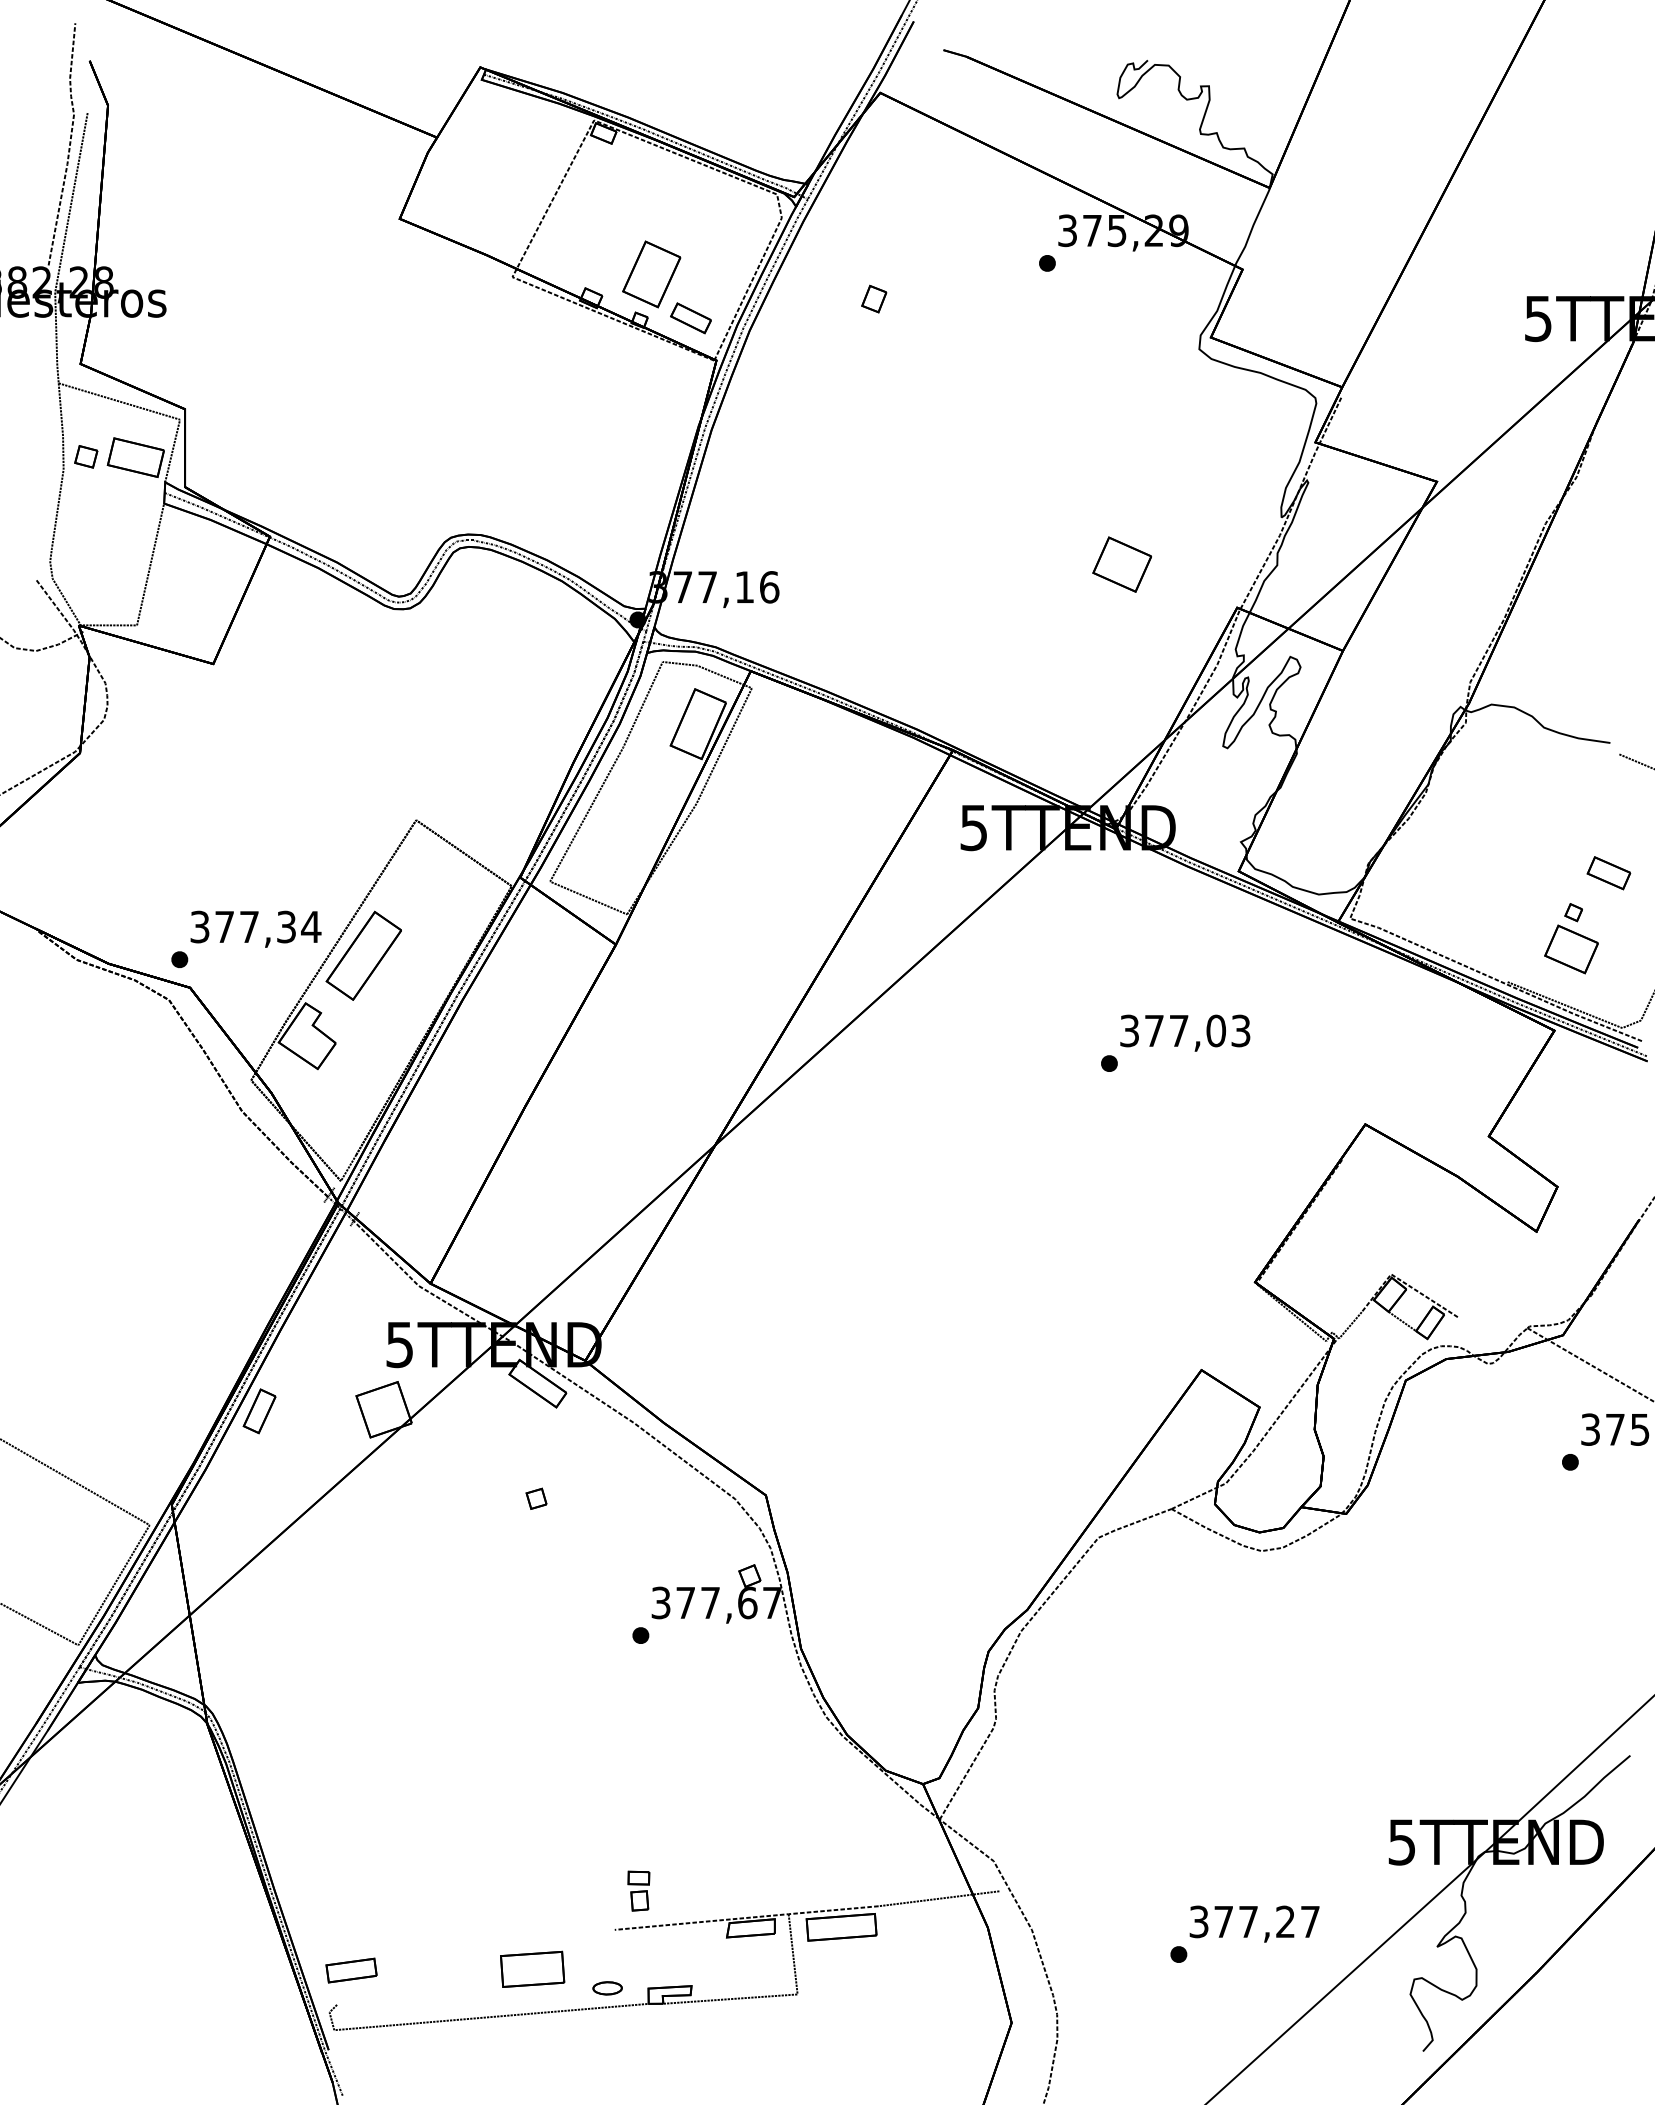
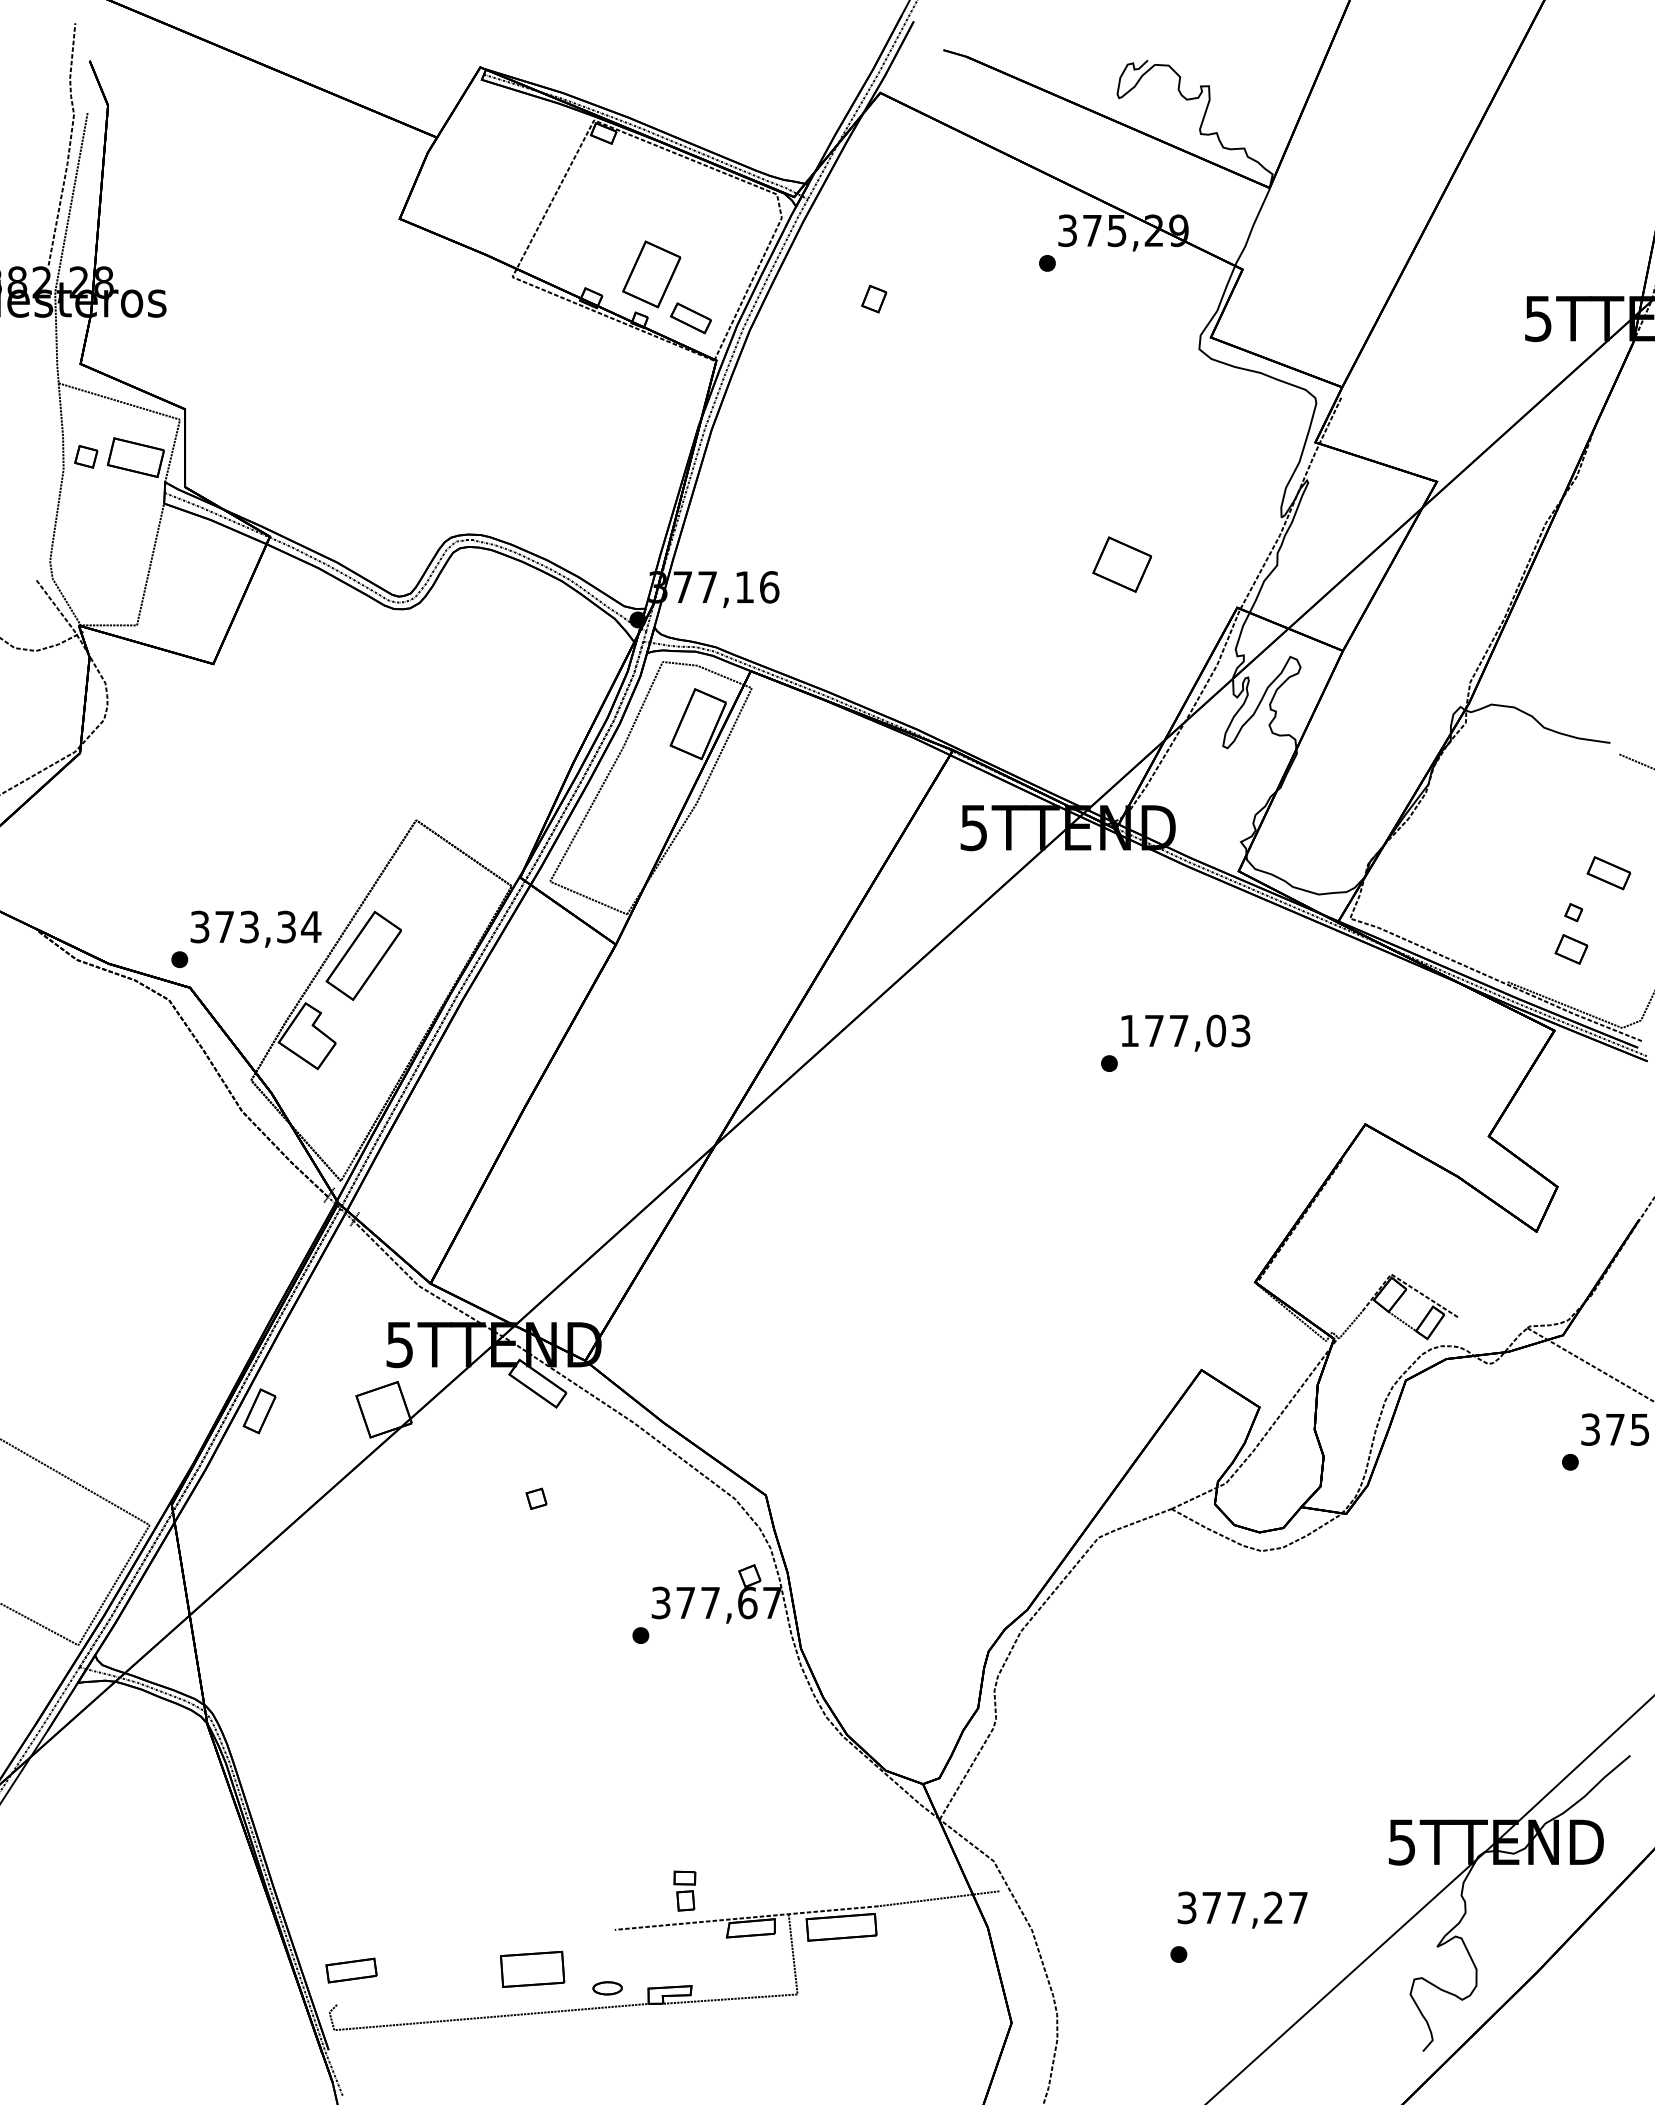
text at (249, 926): 377,34 -> 373,34
part at (1571, 949) size: 55x51 px -> 35x31 px
text at (1129, 1030): 377,03 -> 177,03
part at (638, 1890) position: (638, 1890) -> (684, 1890)
text at (1254, 1923) position: (1254, 1923) -> (1242, 1909)
